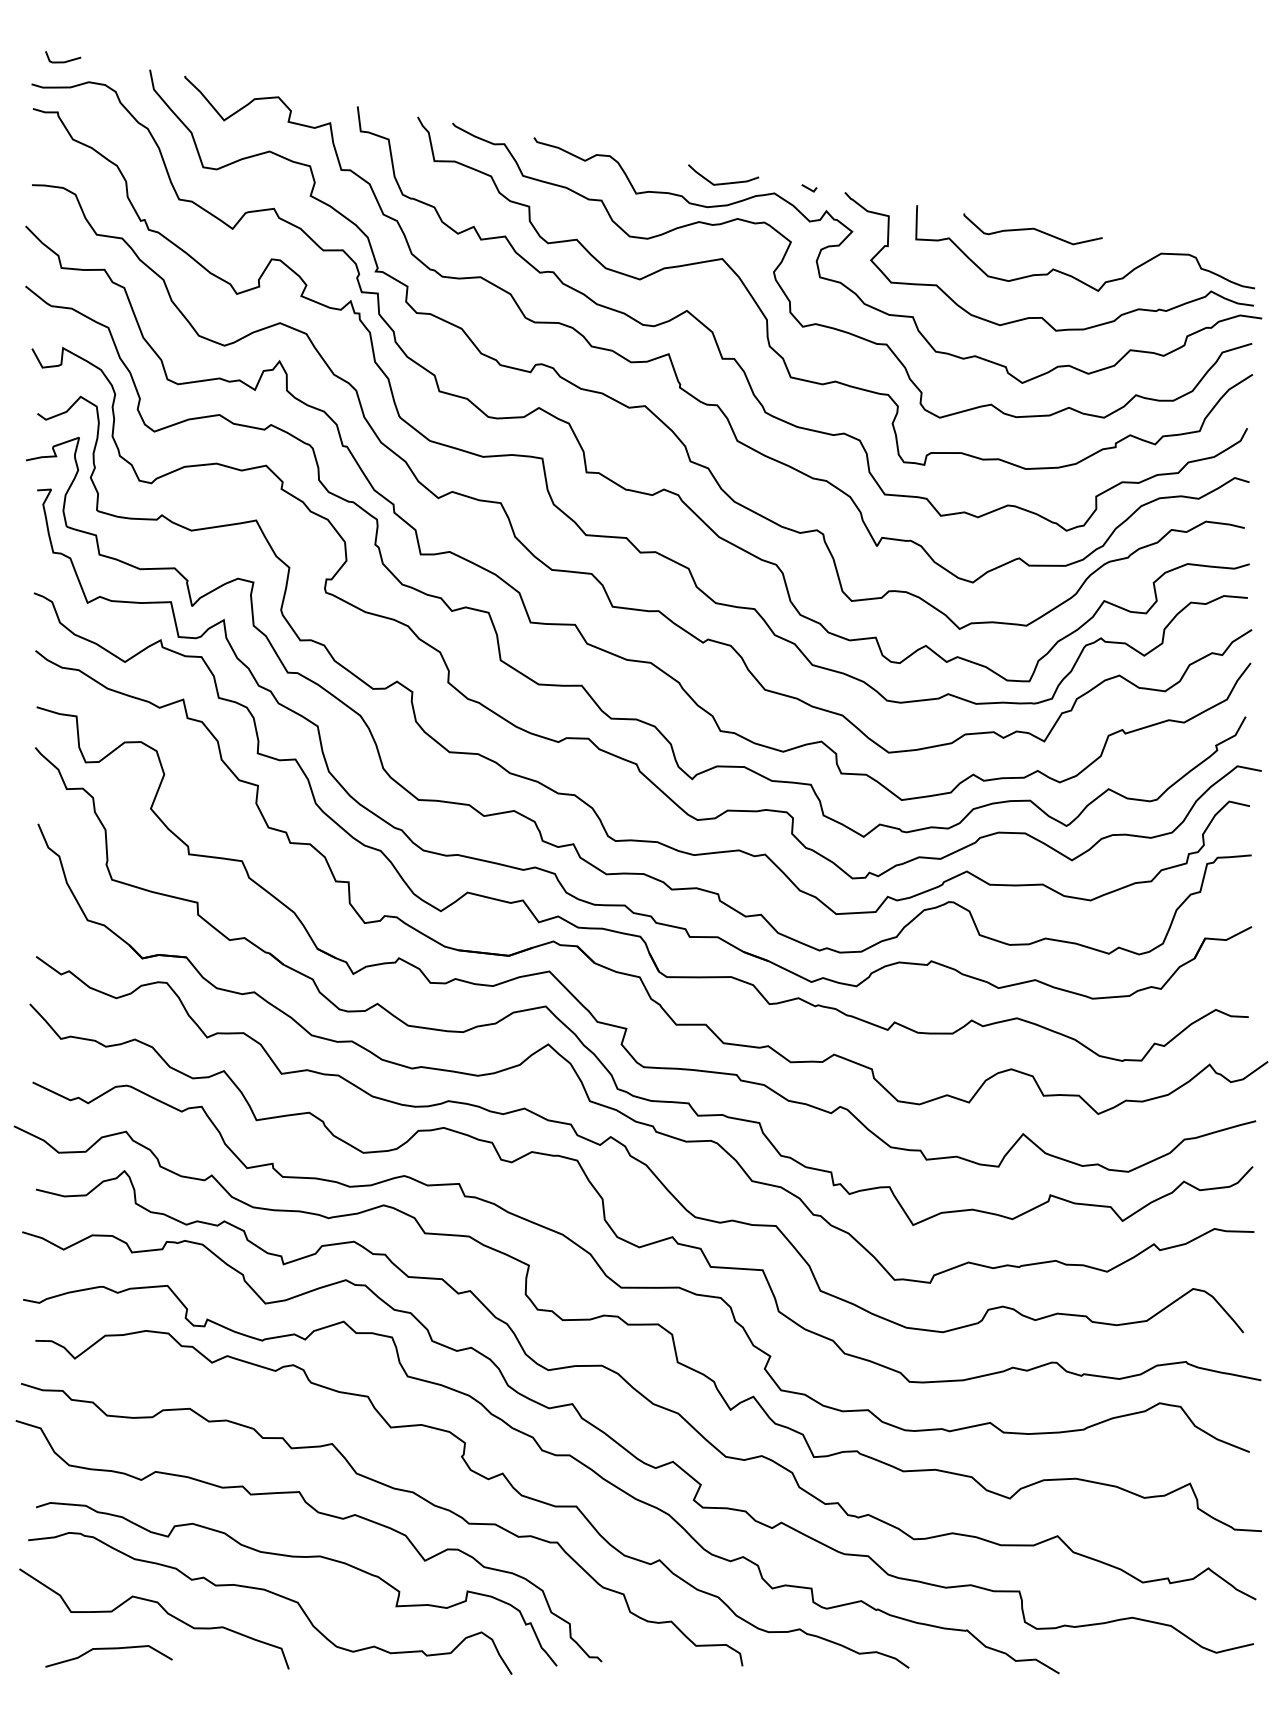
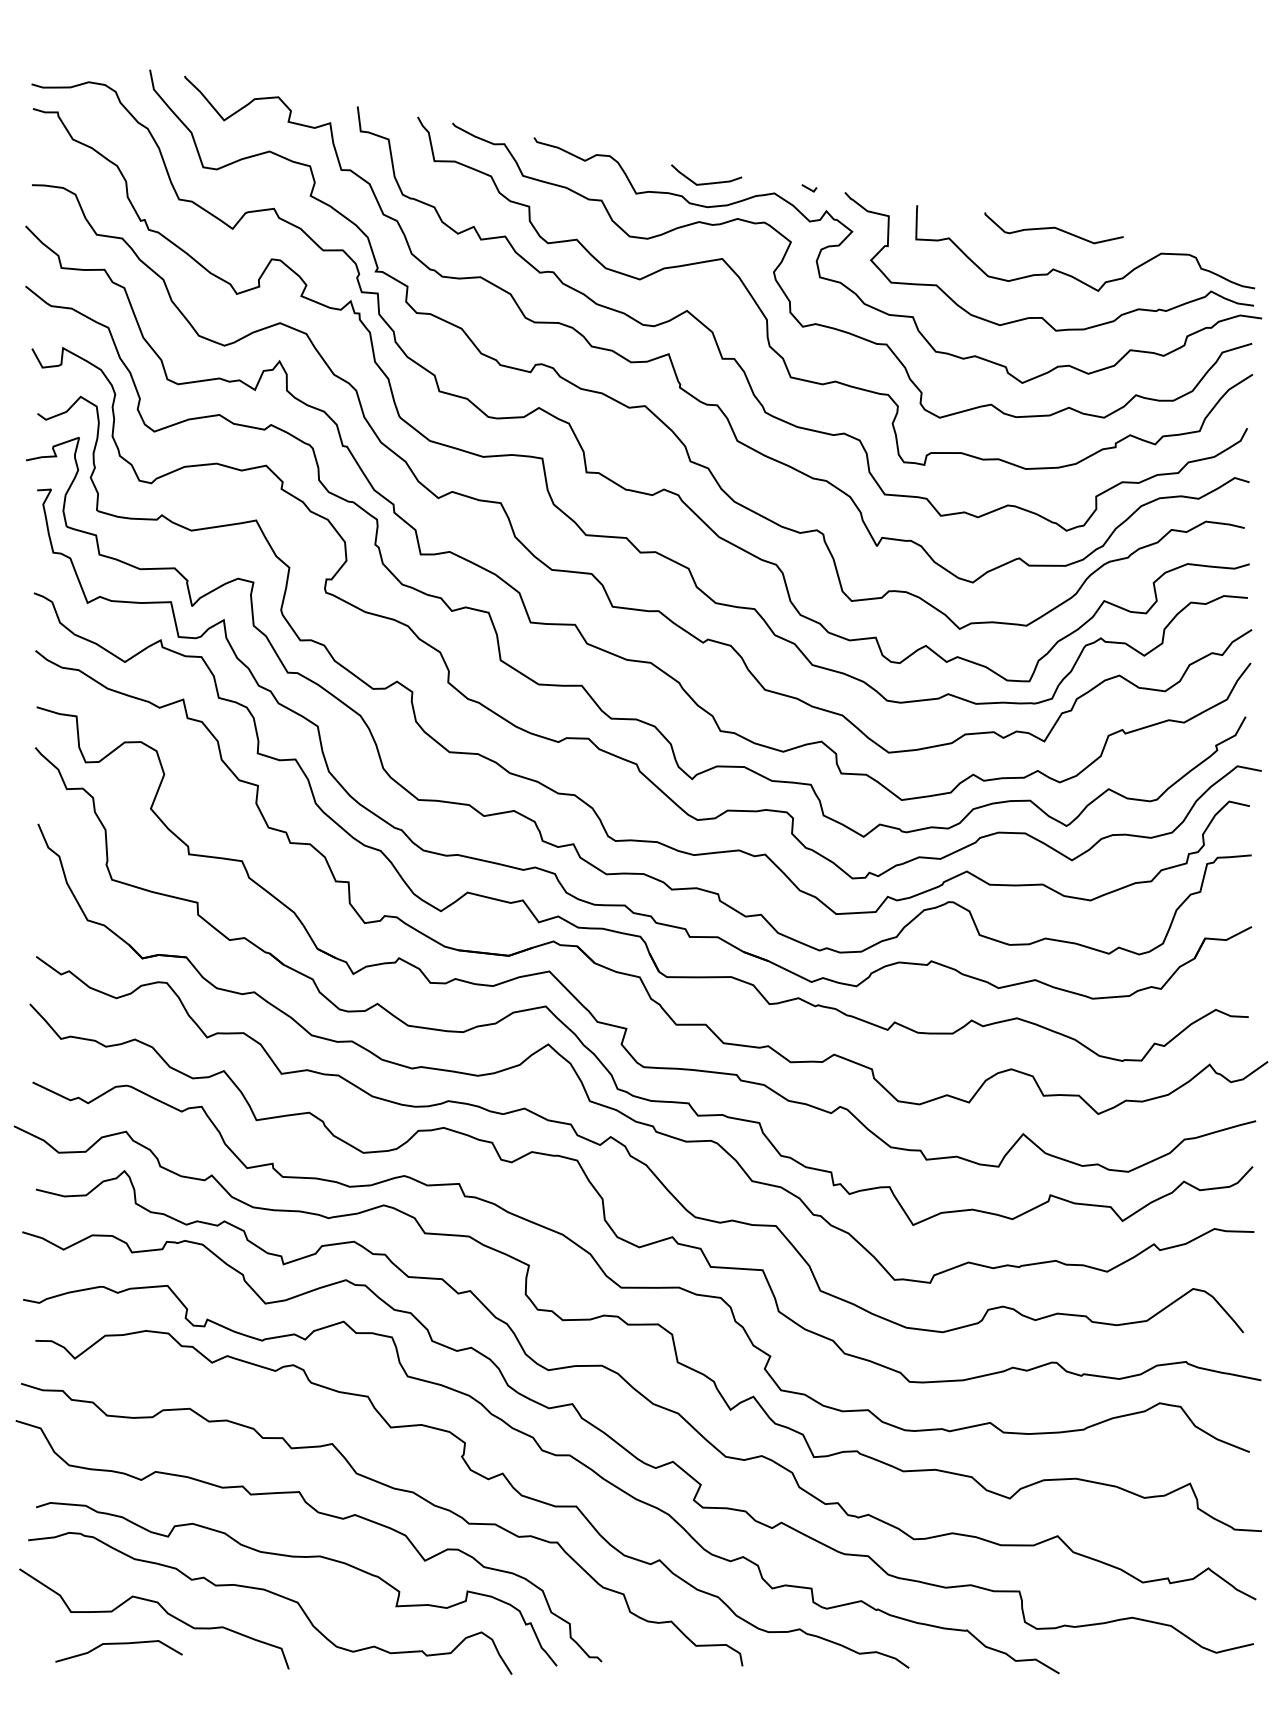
line at (63, 61): present -> none
curve at (724, 182) position: (724, 182) -> (707, 182)
curve at (1032, 229) position: (1032, 229) -> (1053, 228)
curve at (108, 1649) position: (108, 1649) -> (118, 1644)
